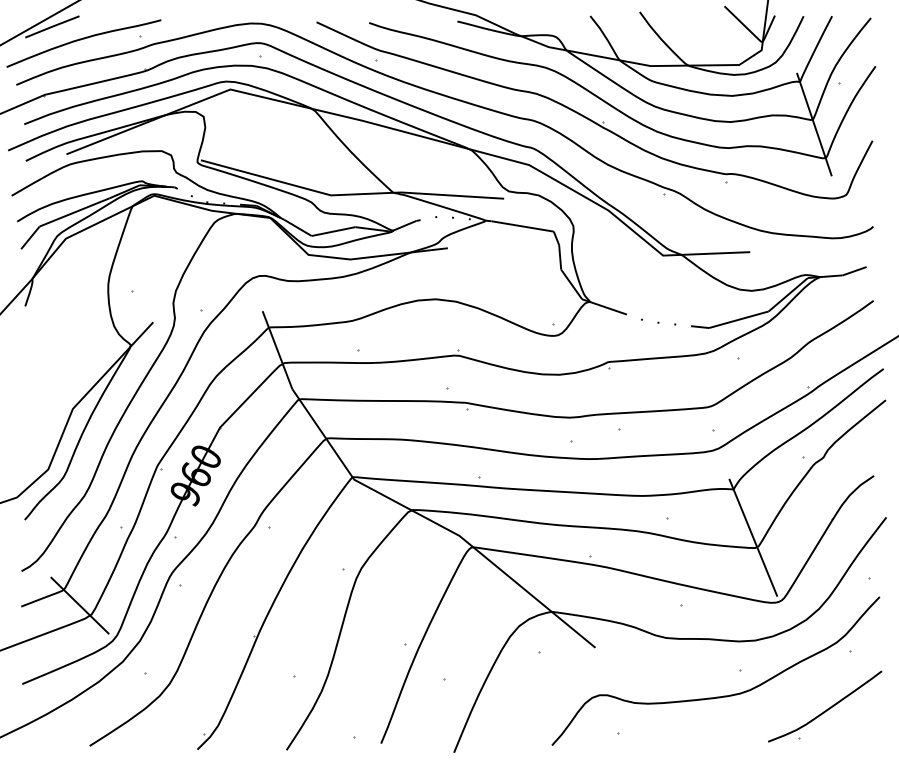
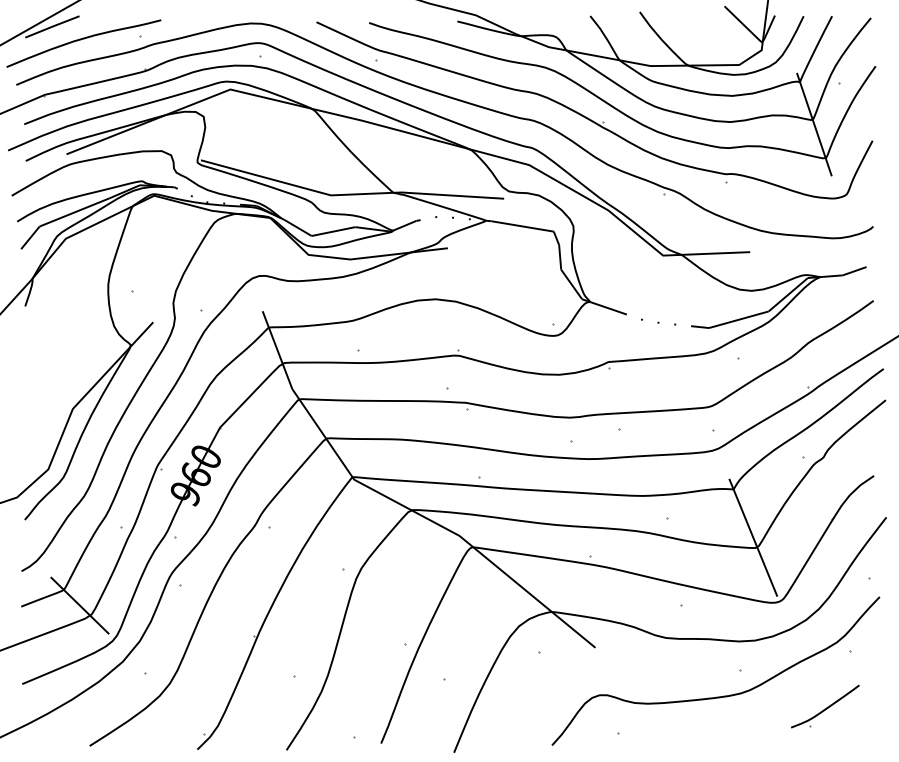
part at (825, 706) size: 115x73 px -> 69x45 px
